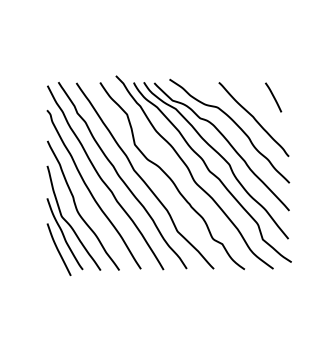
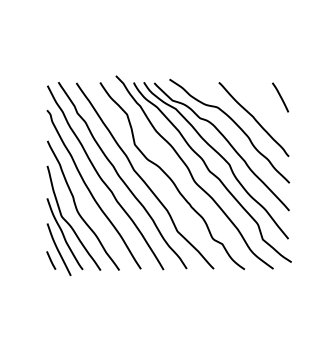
line at (273, 97) position: (273, 97) -> (280, 97)
line at (51, 260): none -> present
